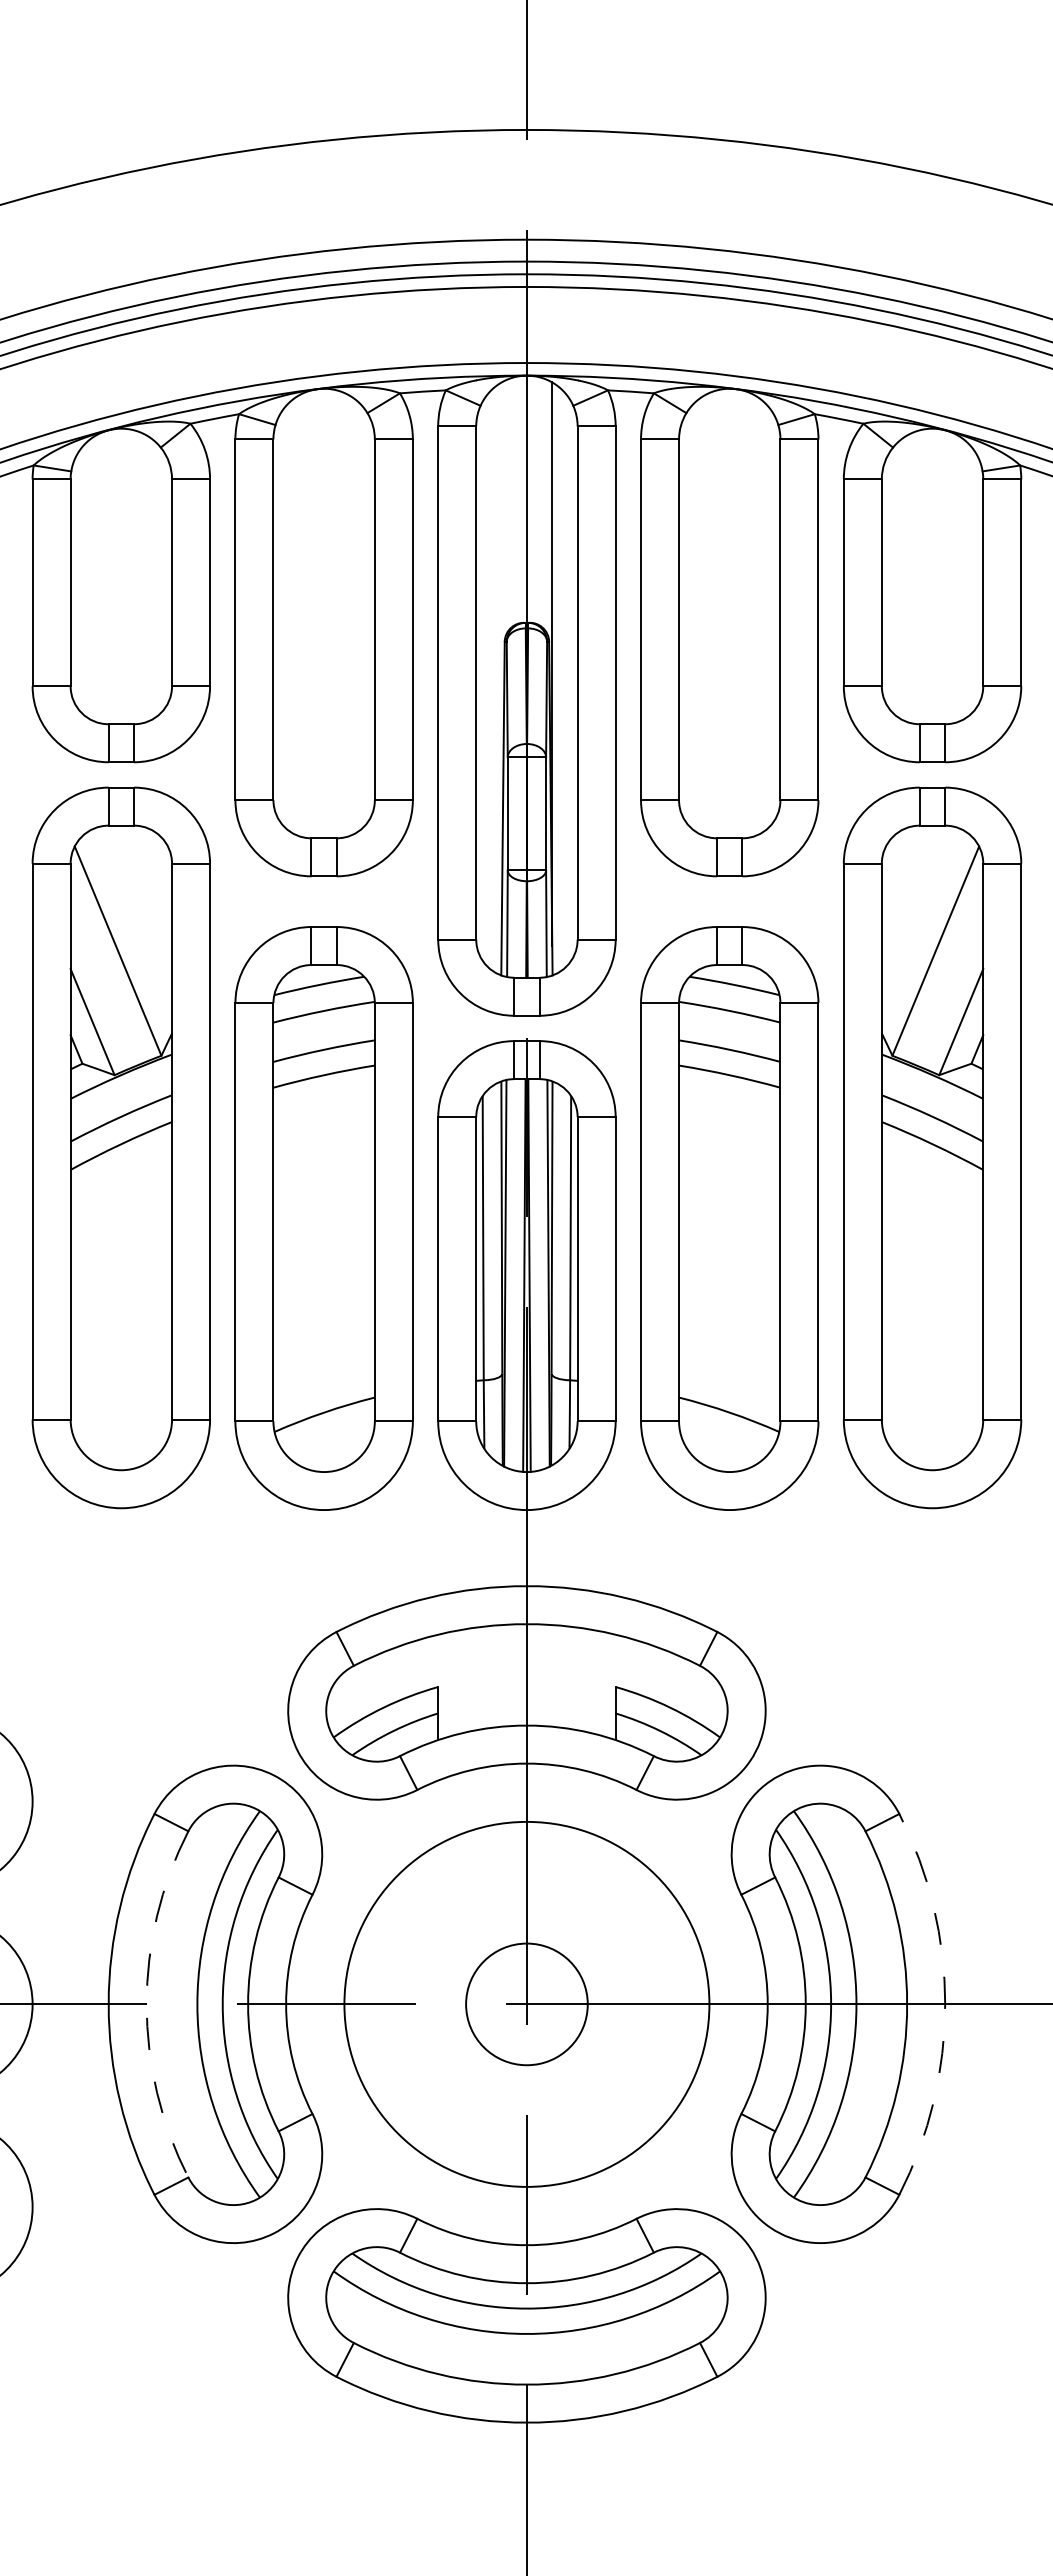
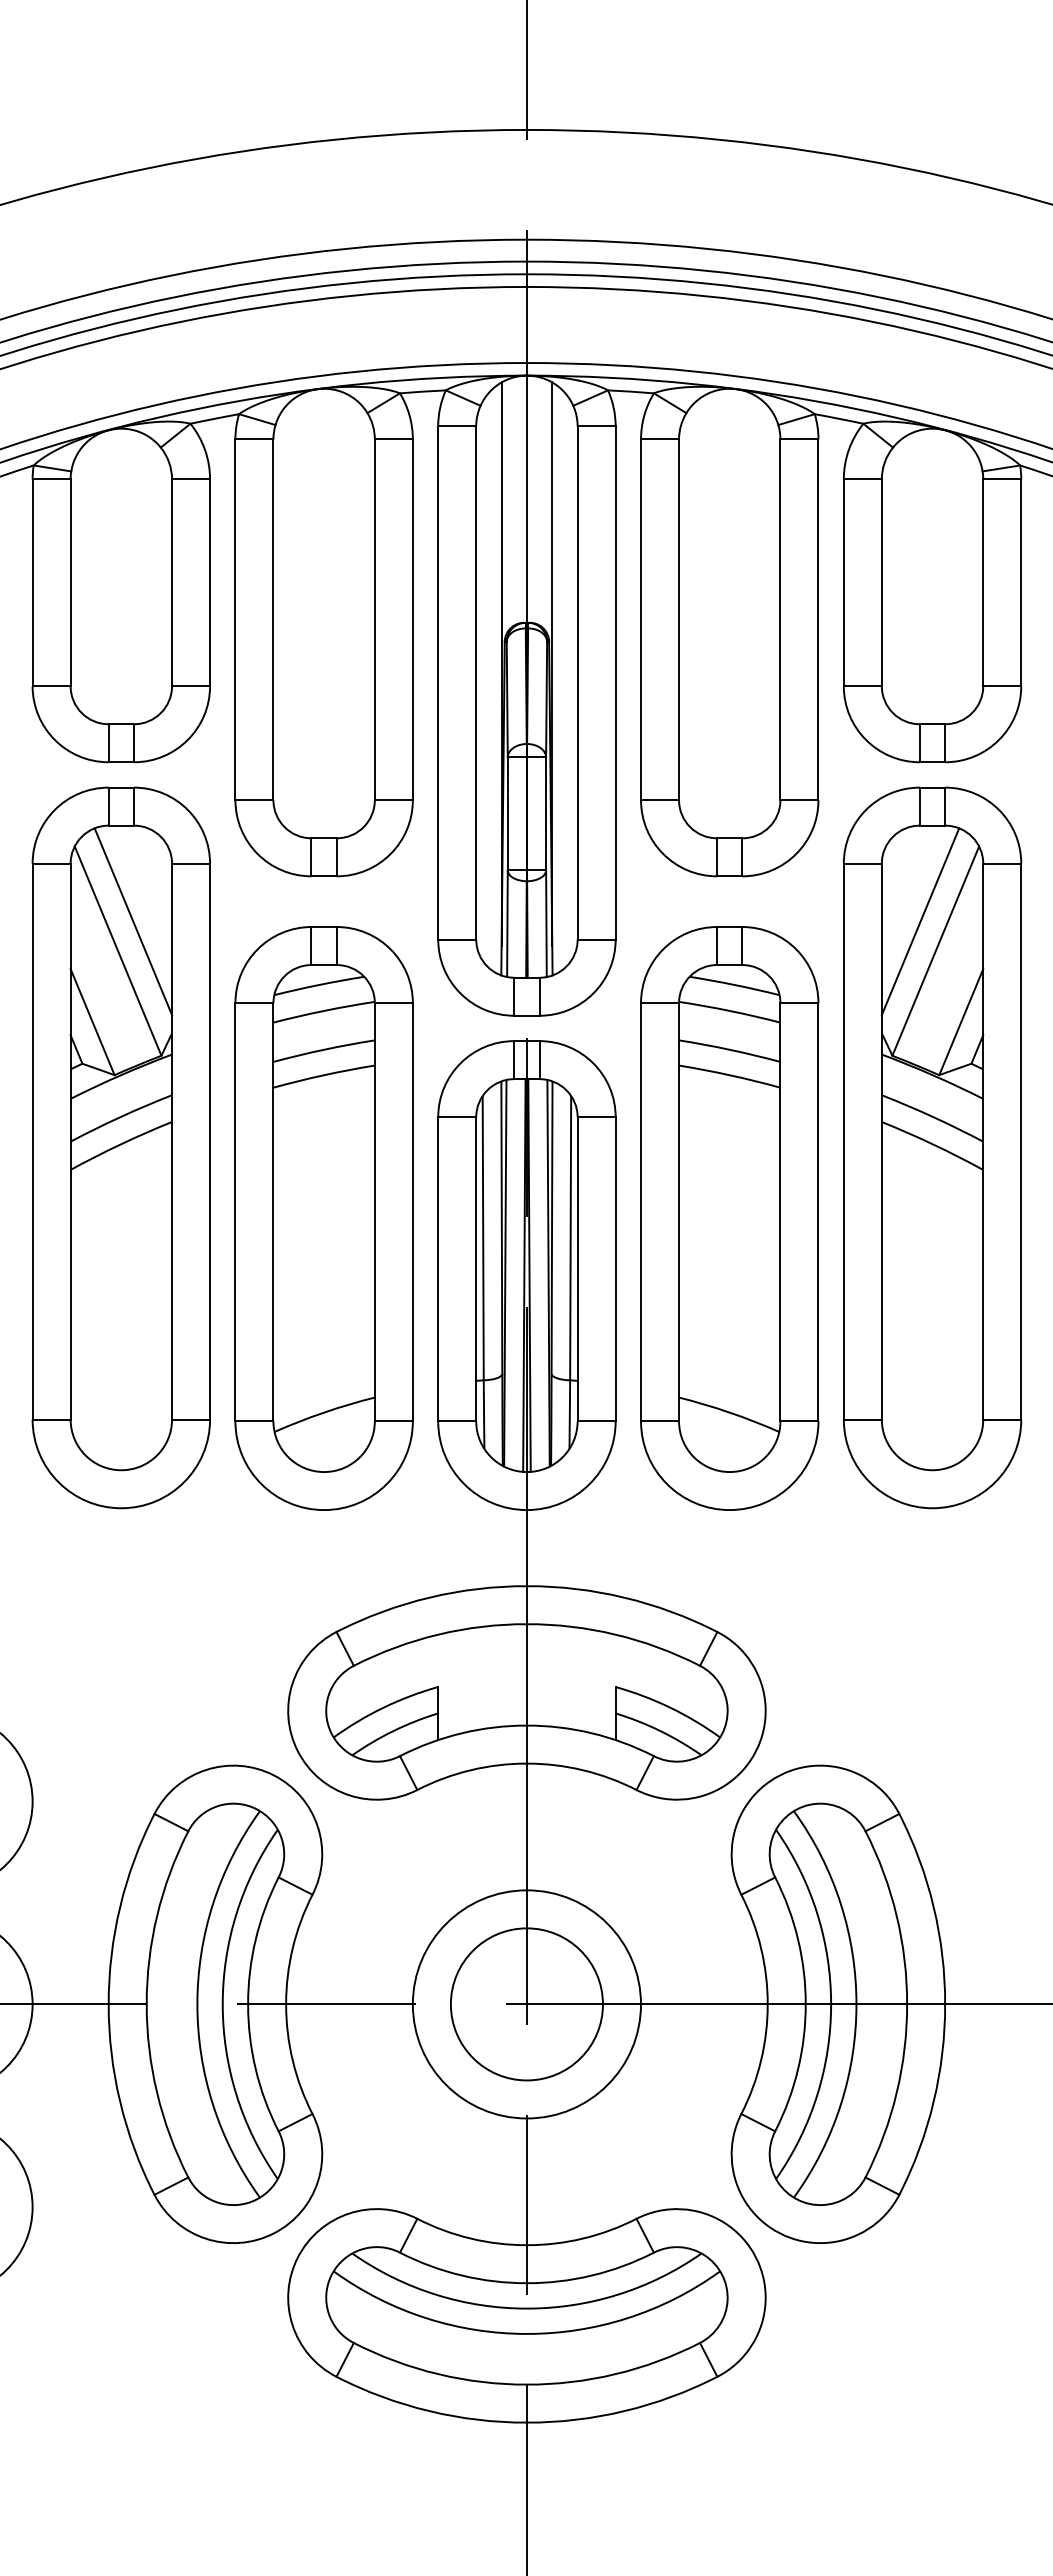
line at (501, 664): none -> present
line at (133, 921): none -> present
line at (920, 921): none -> present
circle at (526, 2003) diameter: 365 px -> 228 px
arc at (146, 2004): dashed -> solid
circle at (526, 2004) diameter: 122 px -> 152 px
arc at (945, 2004): dashed -> solid
